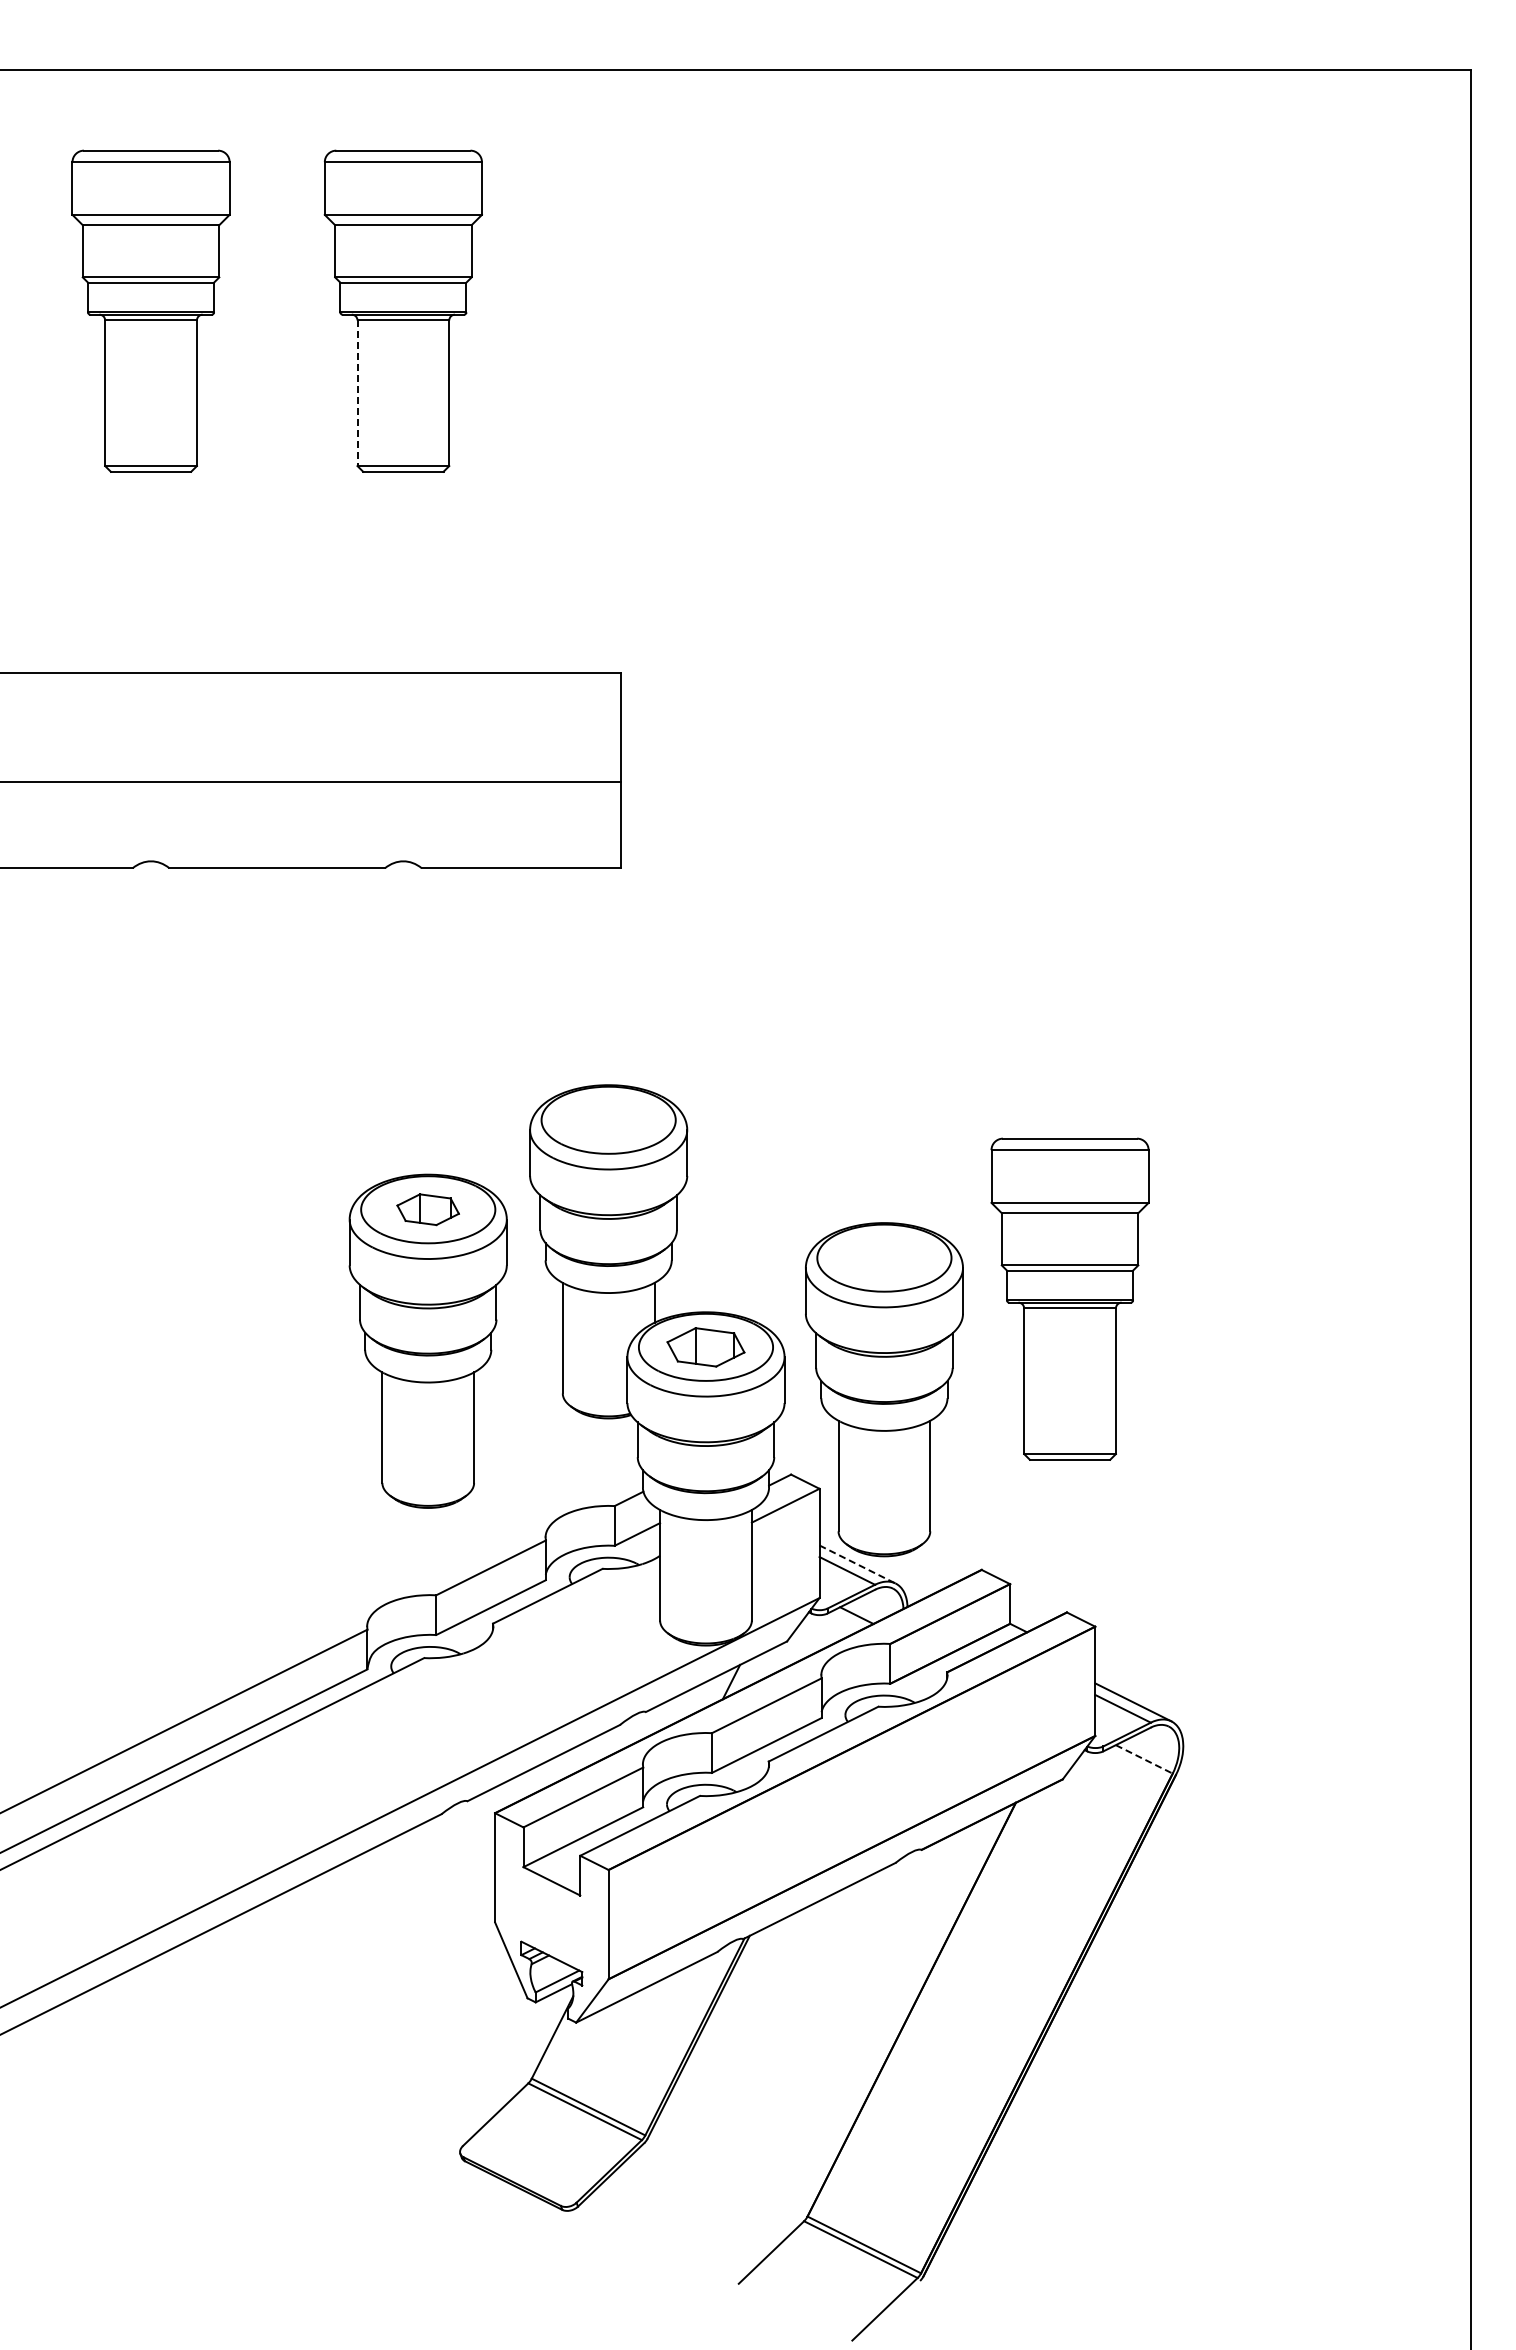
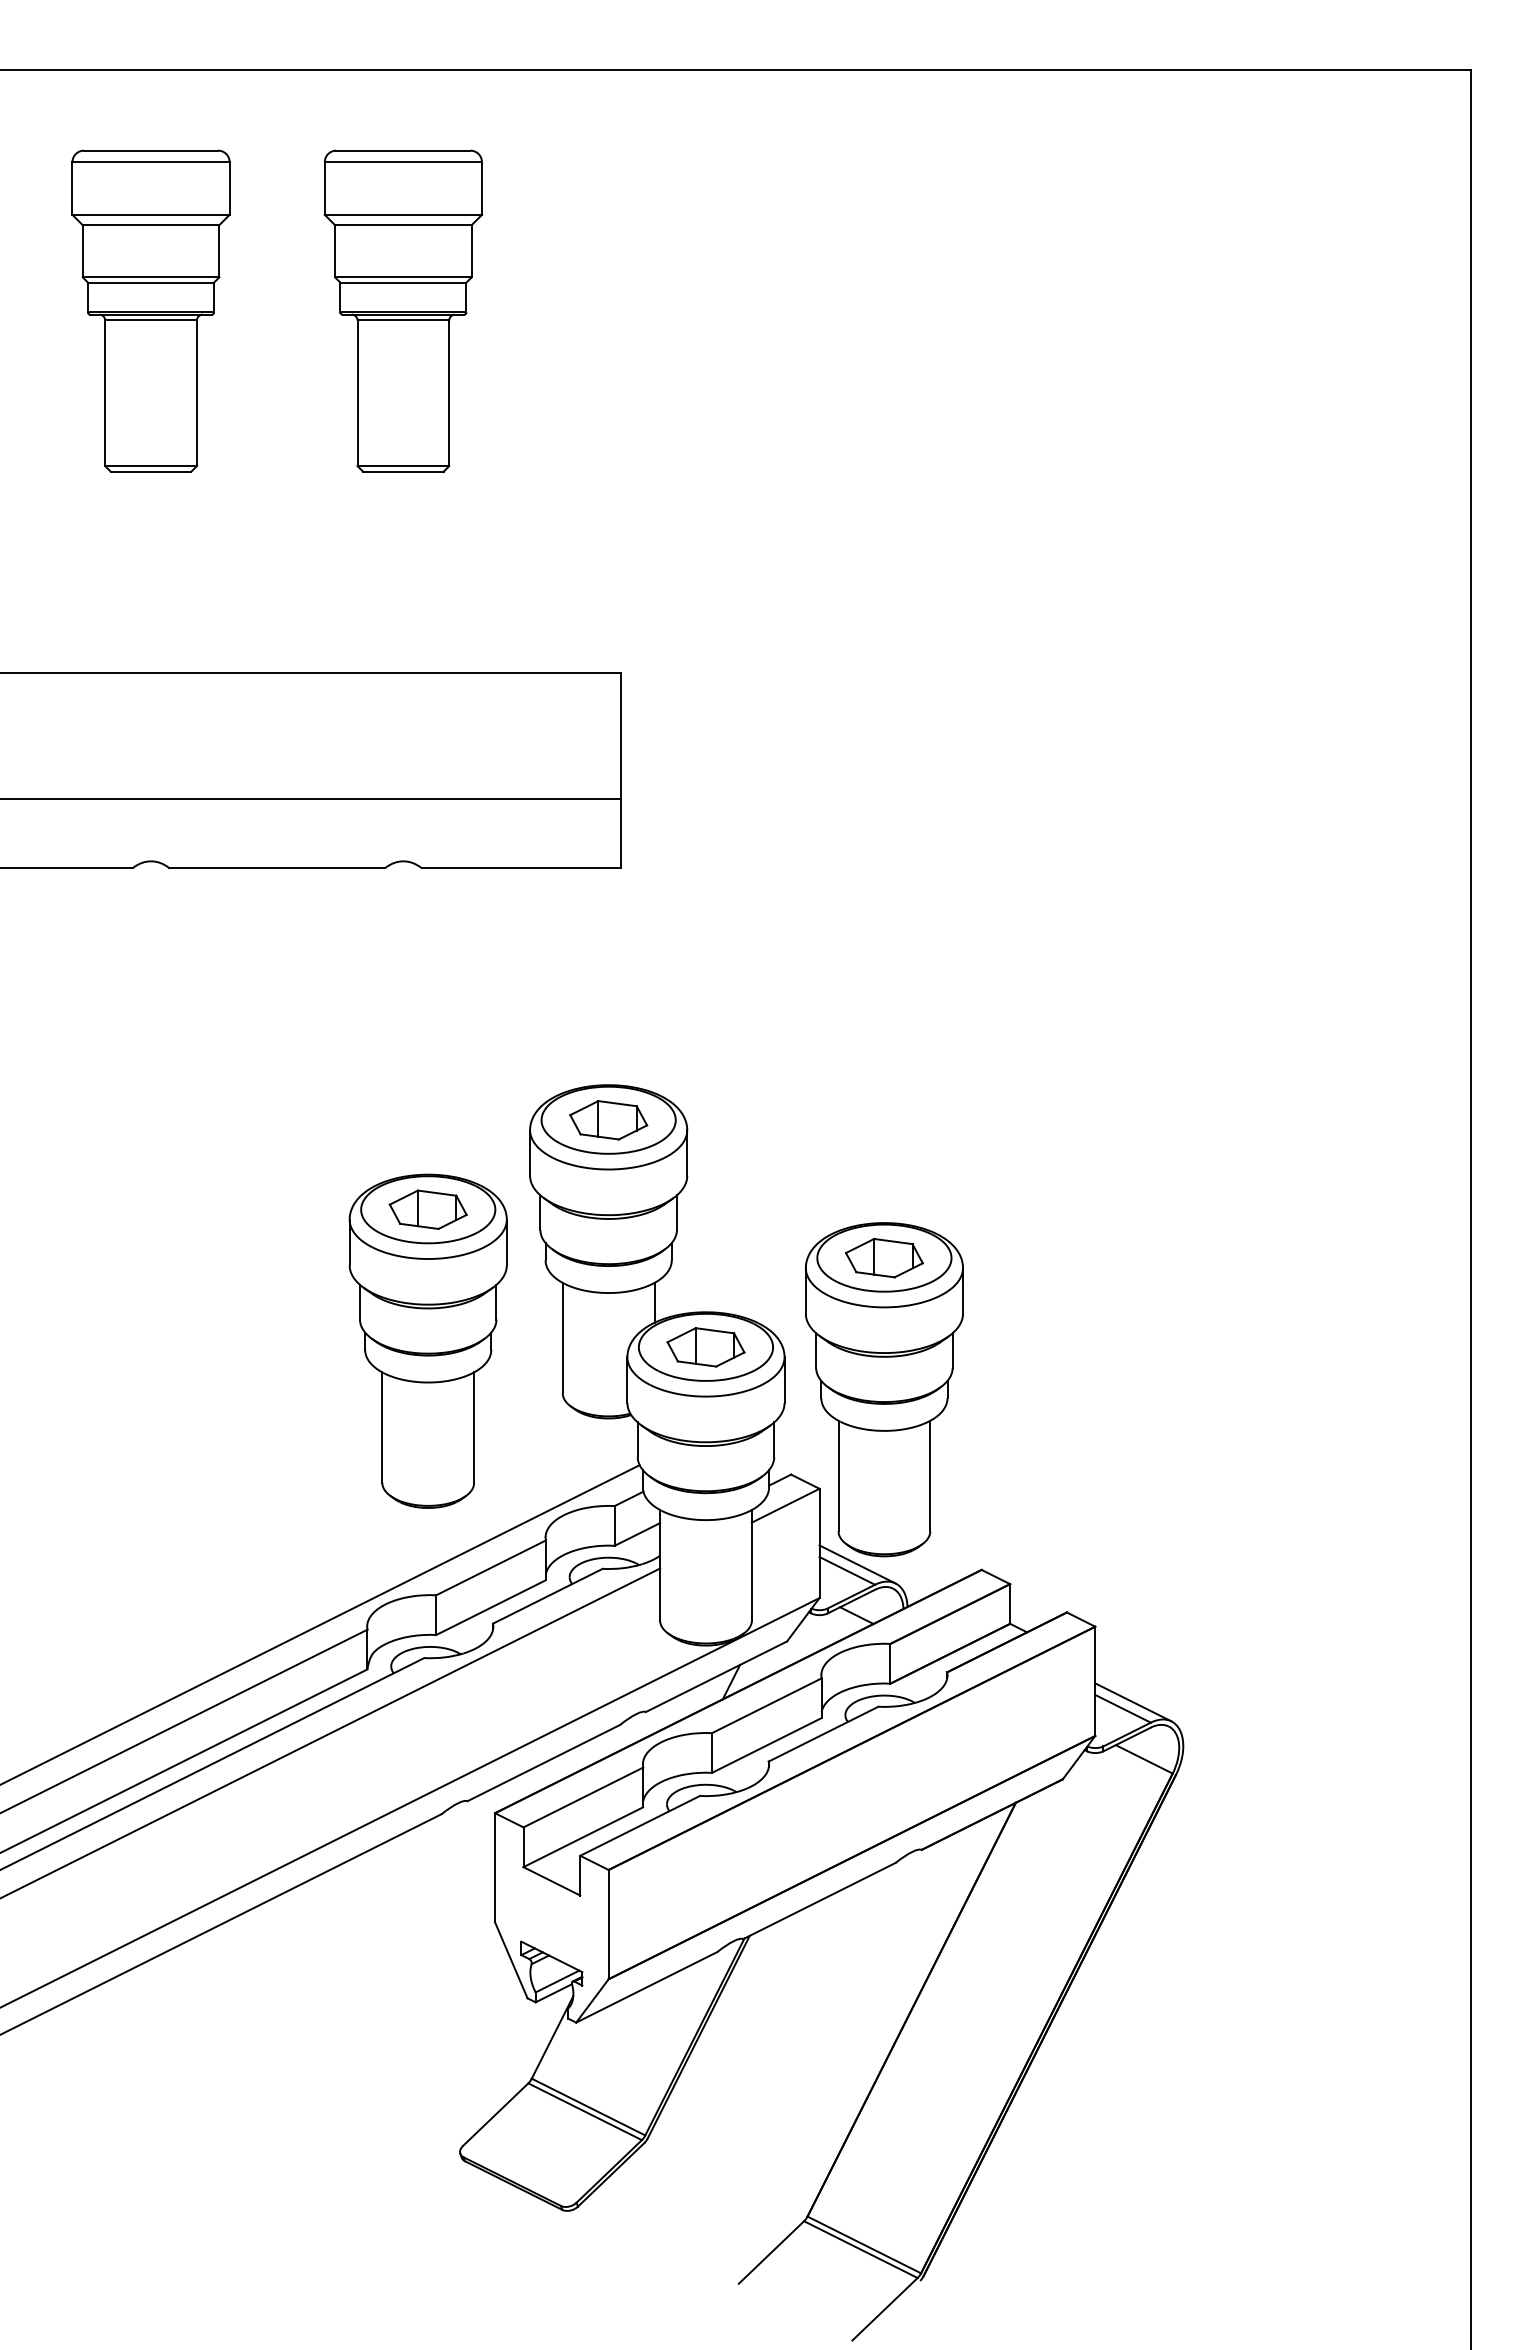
line at (357, 393): dashed -> solid
line at (311, 782) position: (311, 782) -> (311, 799)
part at (608, 1120): none -> present
part at (427, 1209) size: 64x34 px -> 80x41 px
part at (883, 1257): none -> present
part at (1069, 1298): present -> none
line at (857, 1564): dashed -> solid
line at (320, 1624): none -> present
line at (331, 1732): none -> present
line at (1144, 1759): dashed -> solid
